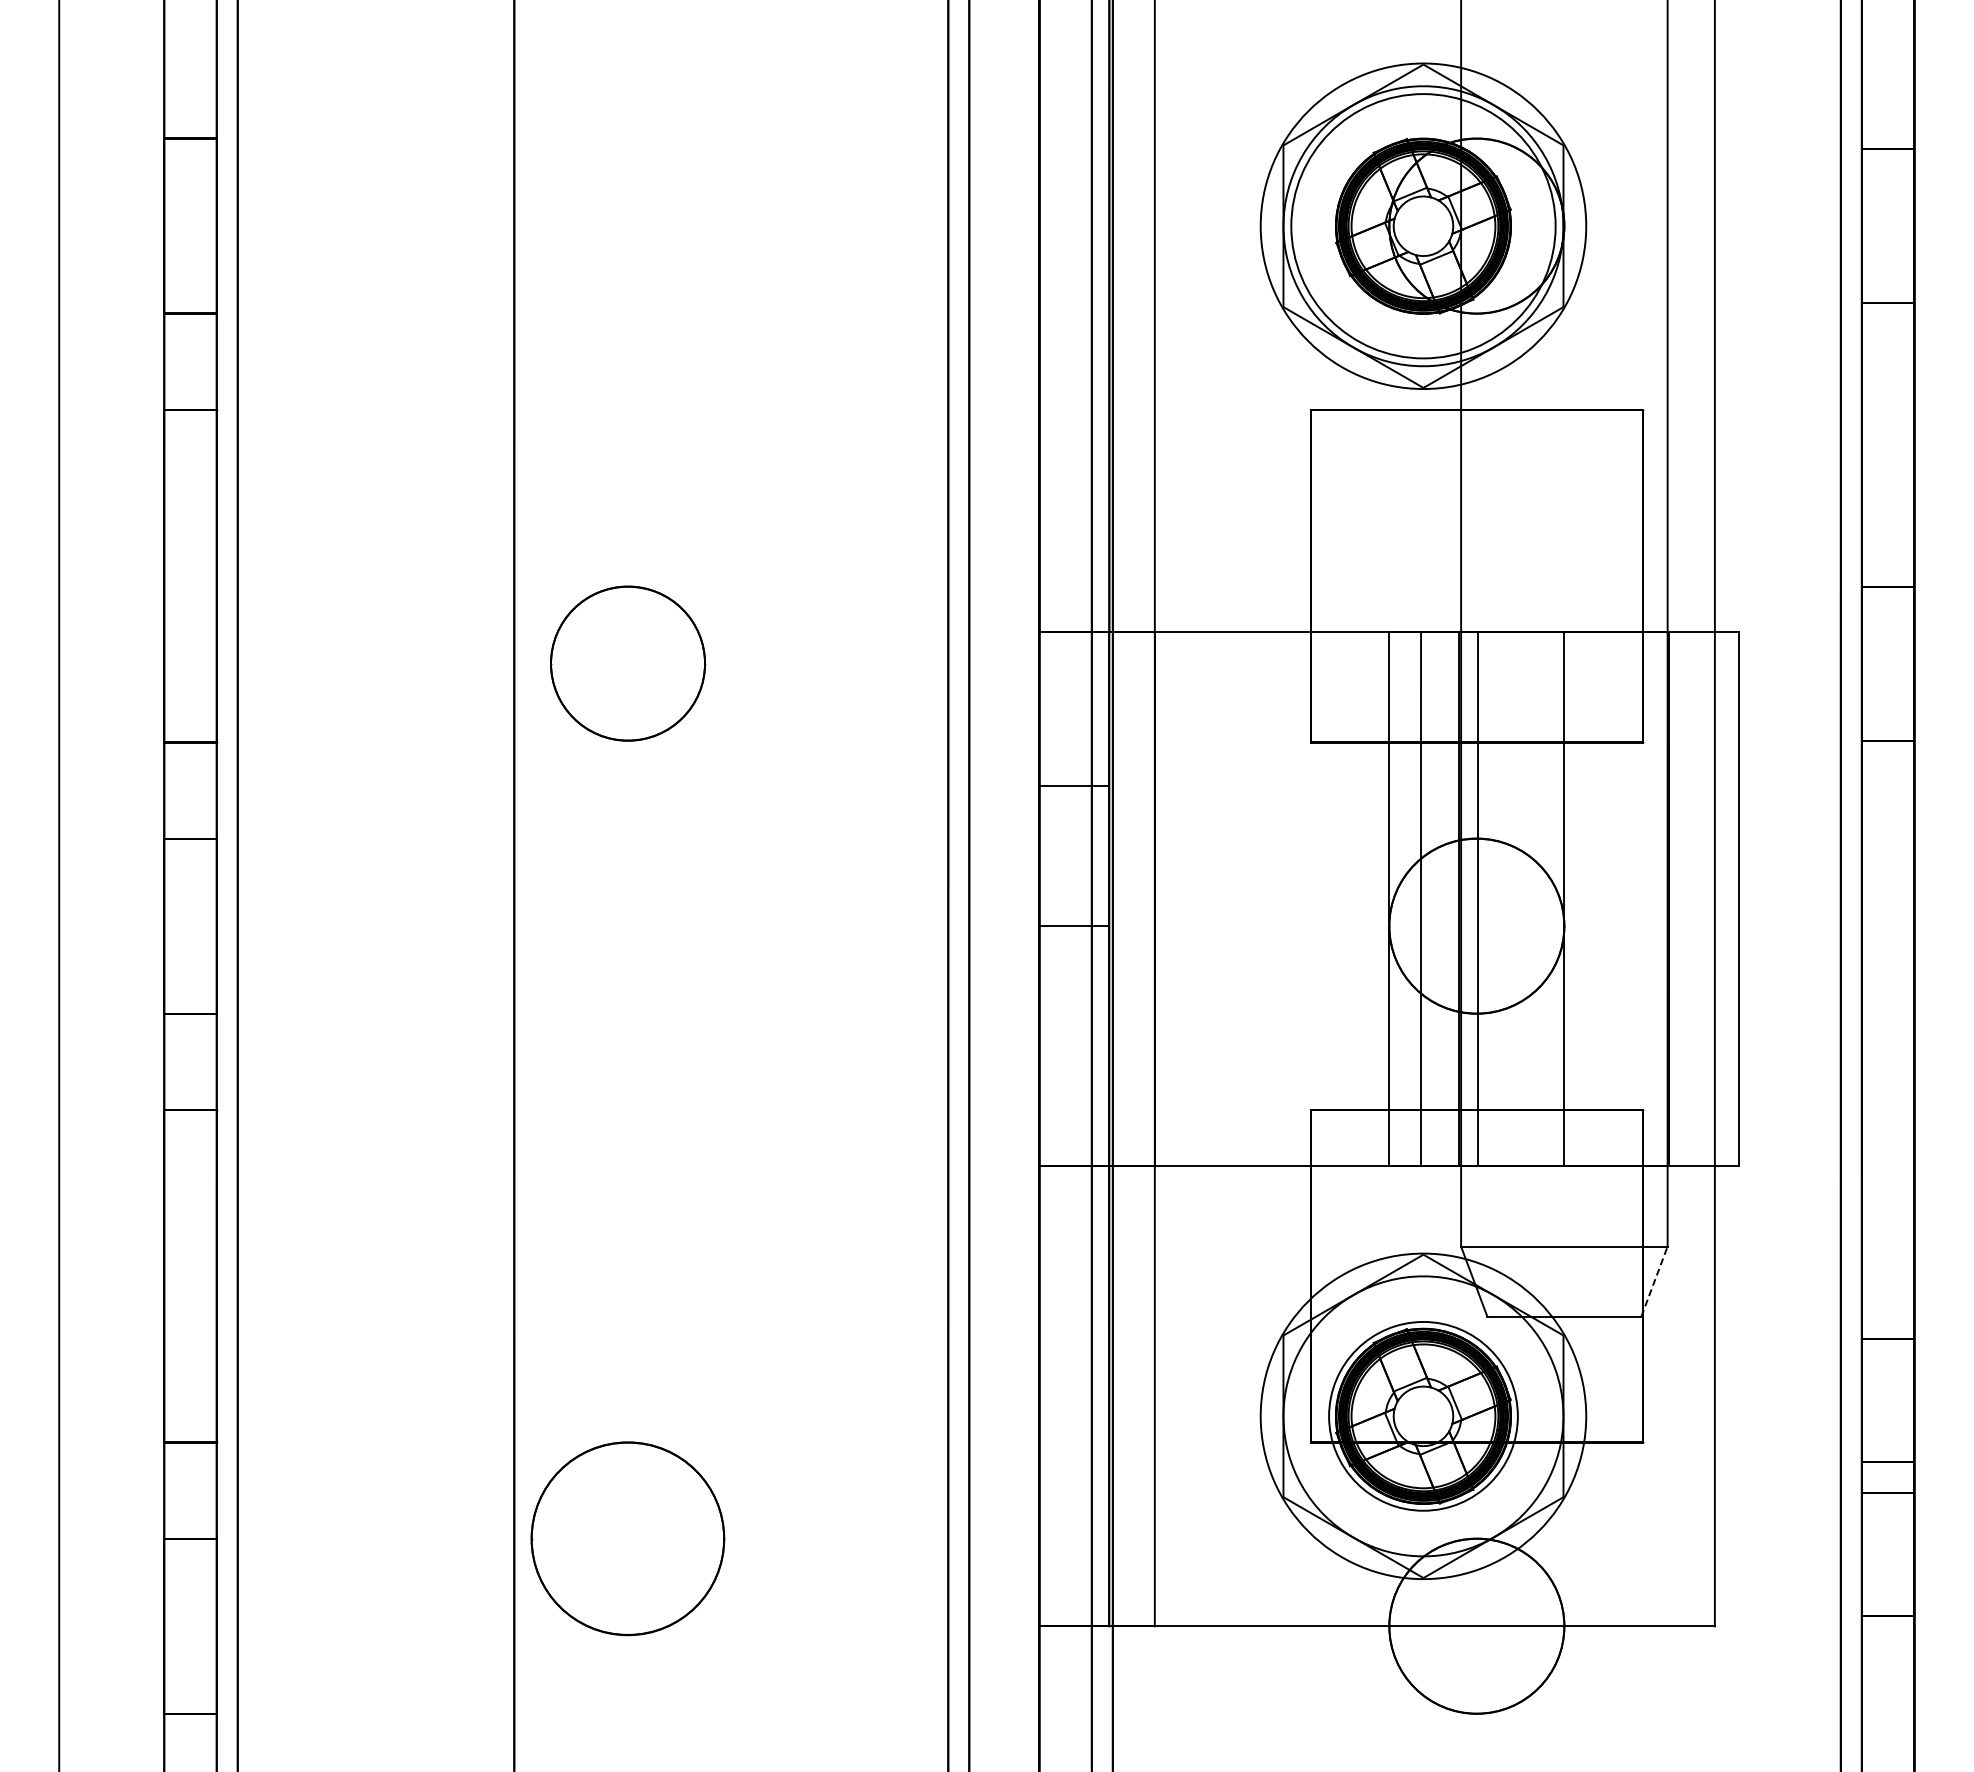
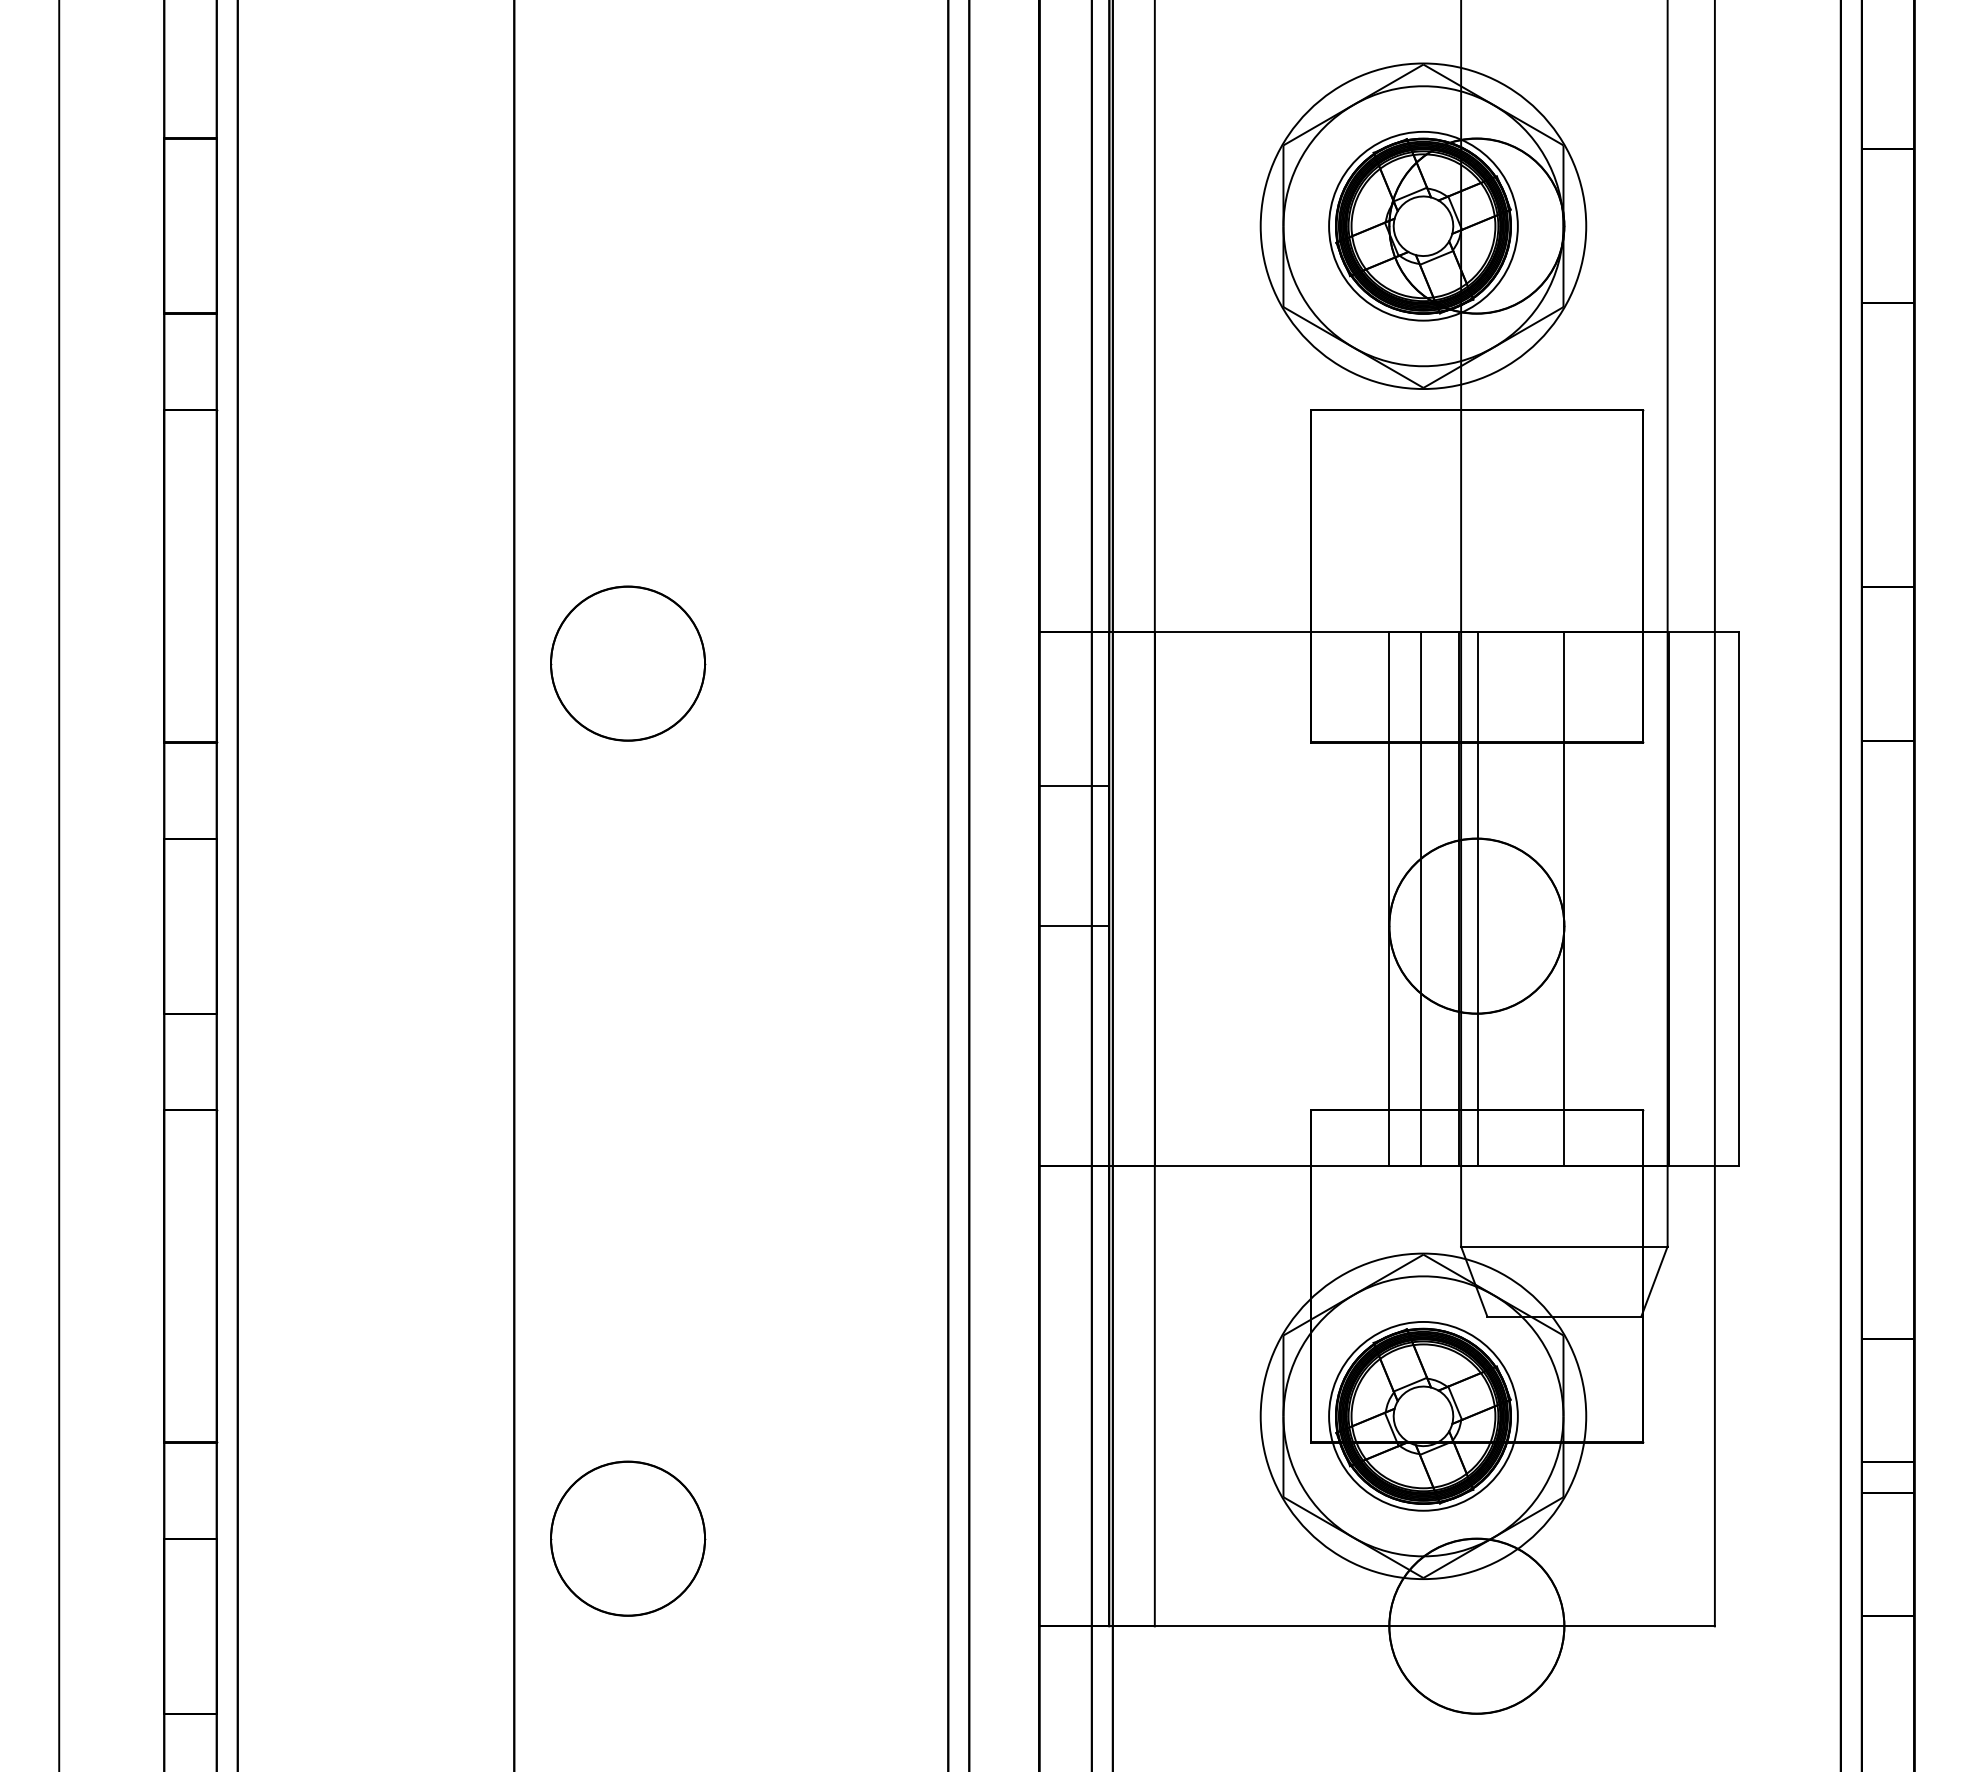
circle at (1423, 226) diameter: 264 px -> 189 px
line at (1654, 1281): dashed -> solid
circle at (627, 1538) size: 196x196 px -> 157x157 px
